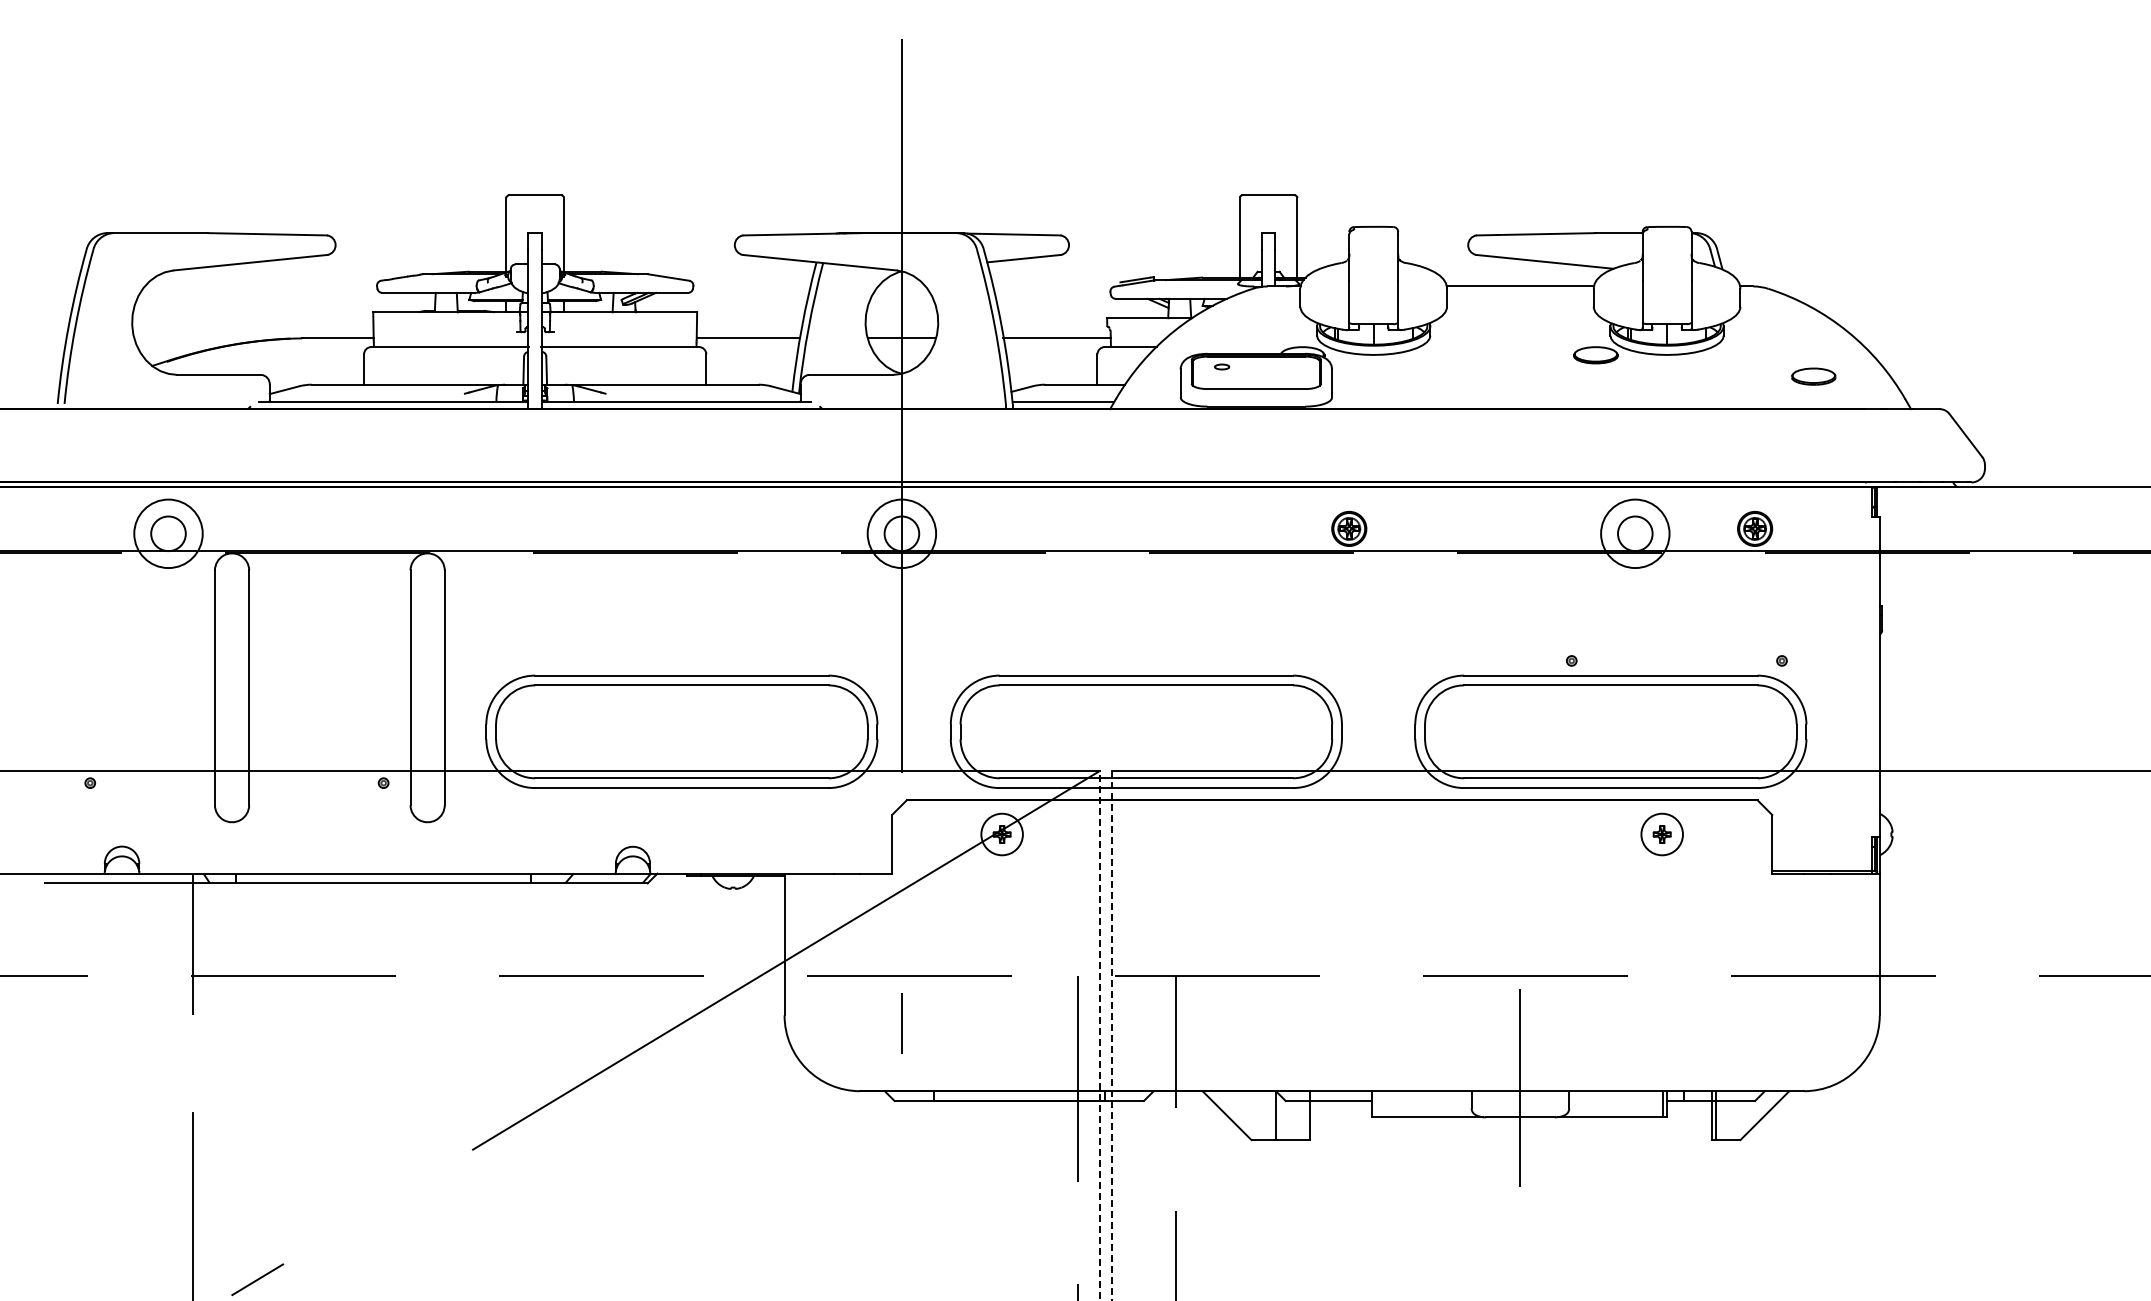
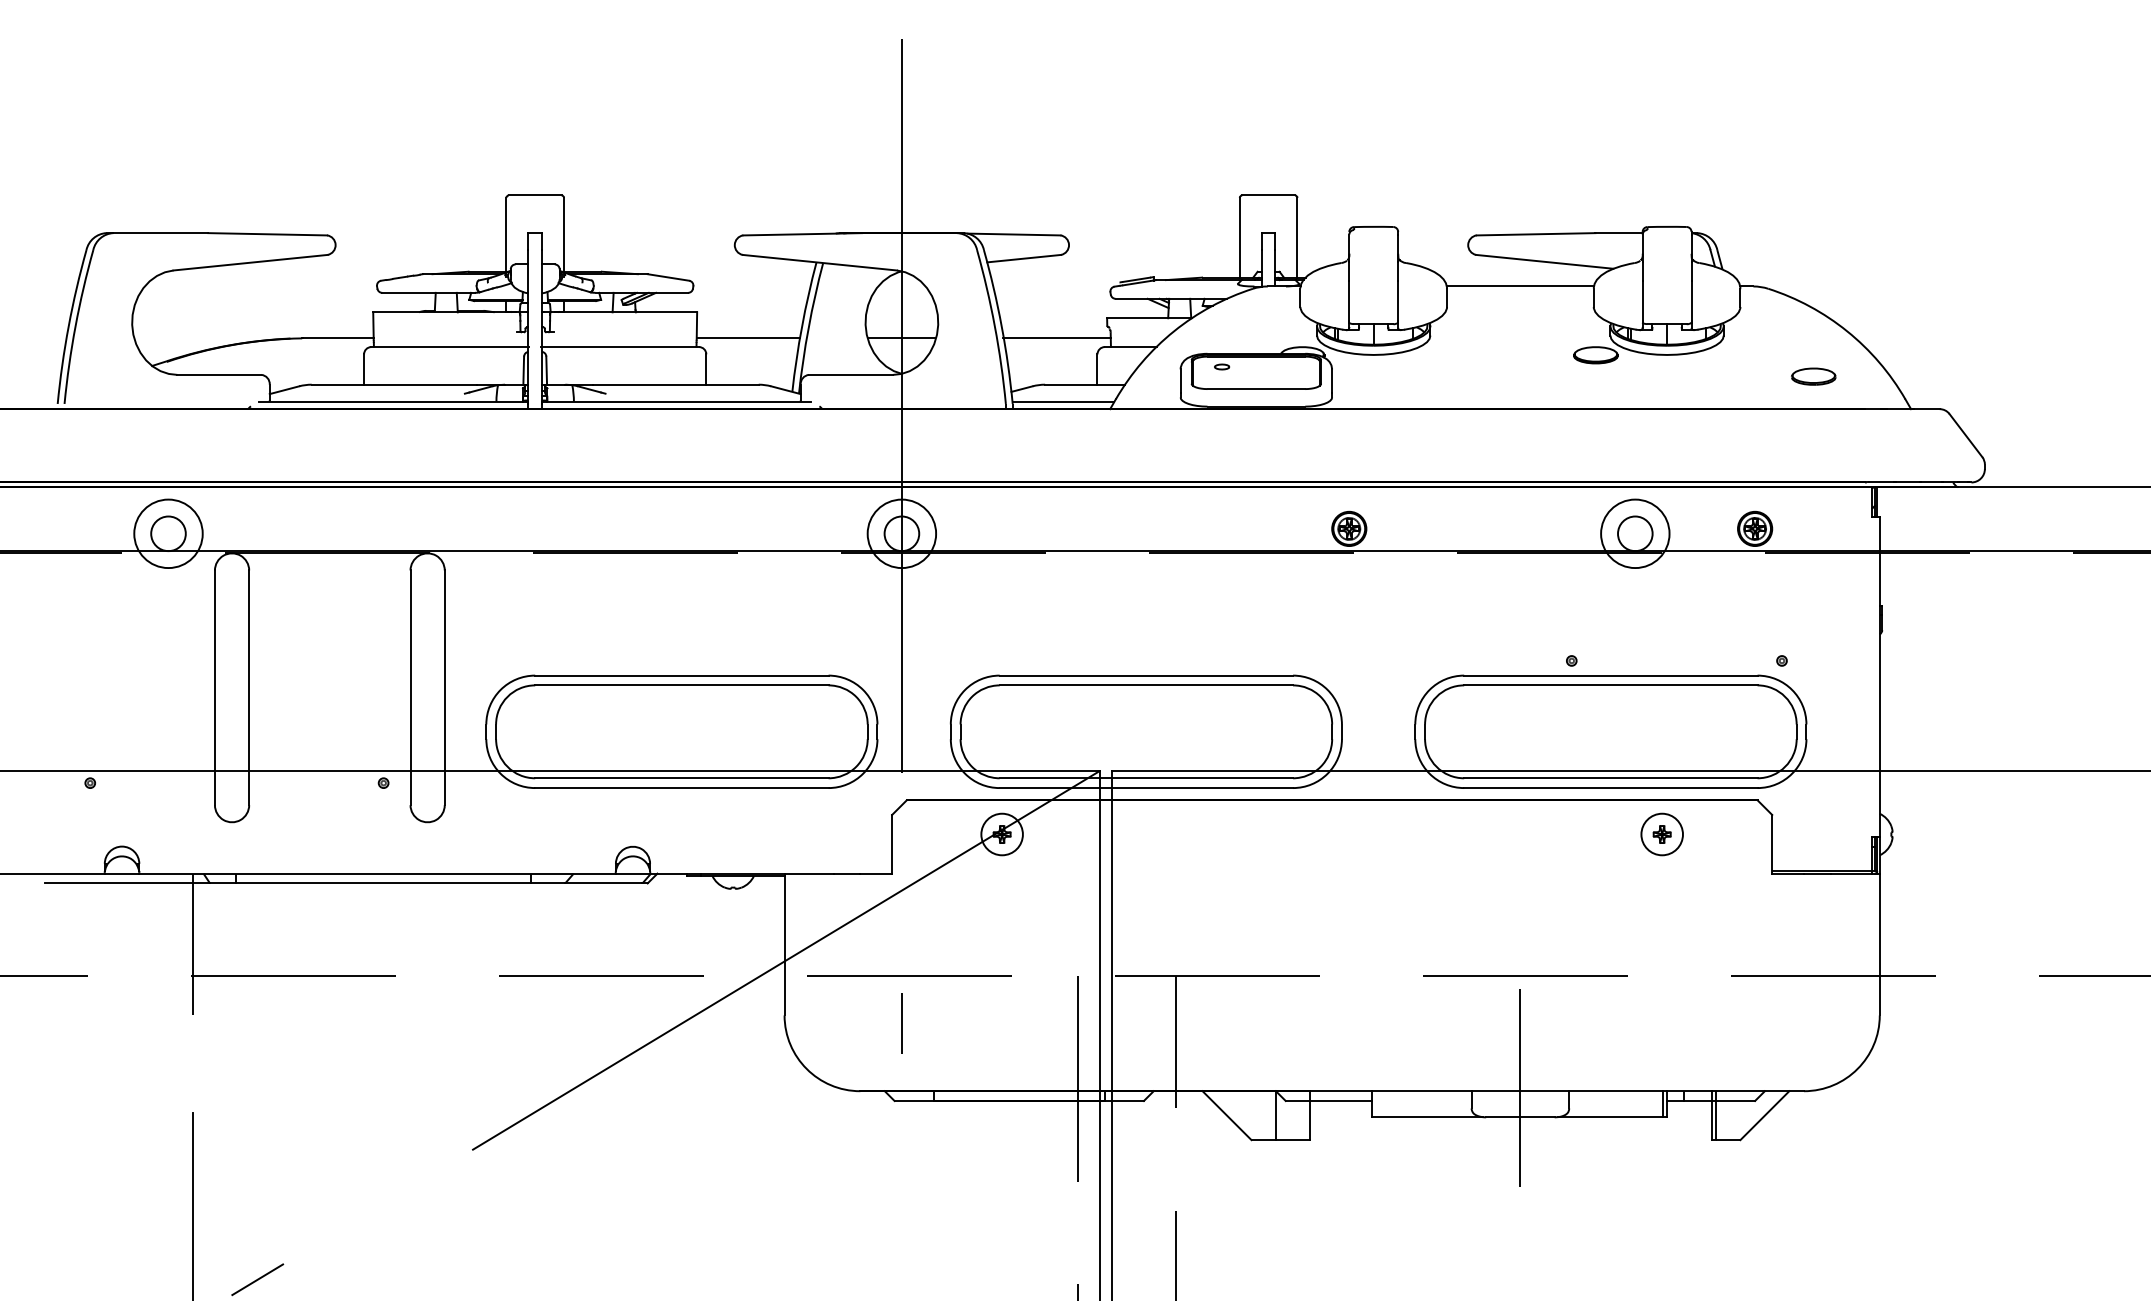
line at (1099, 1035): dashed -> solid
line at (1112, 1035): dashed -> solid
